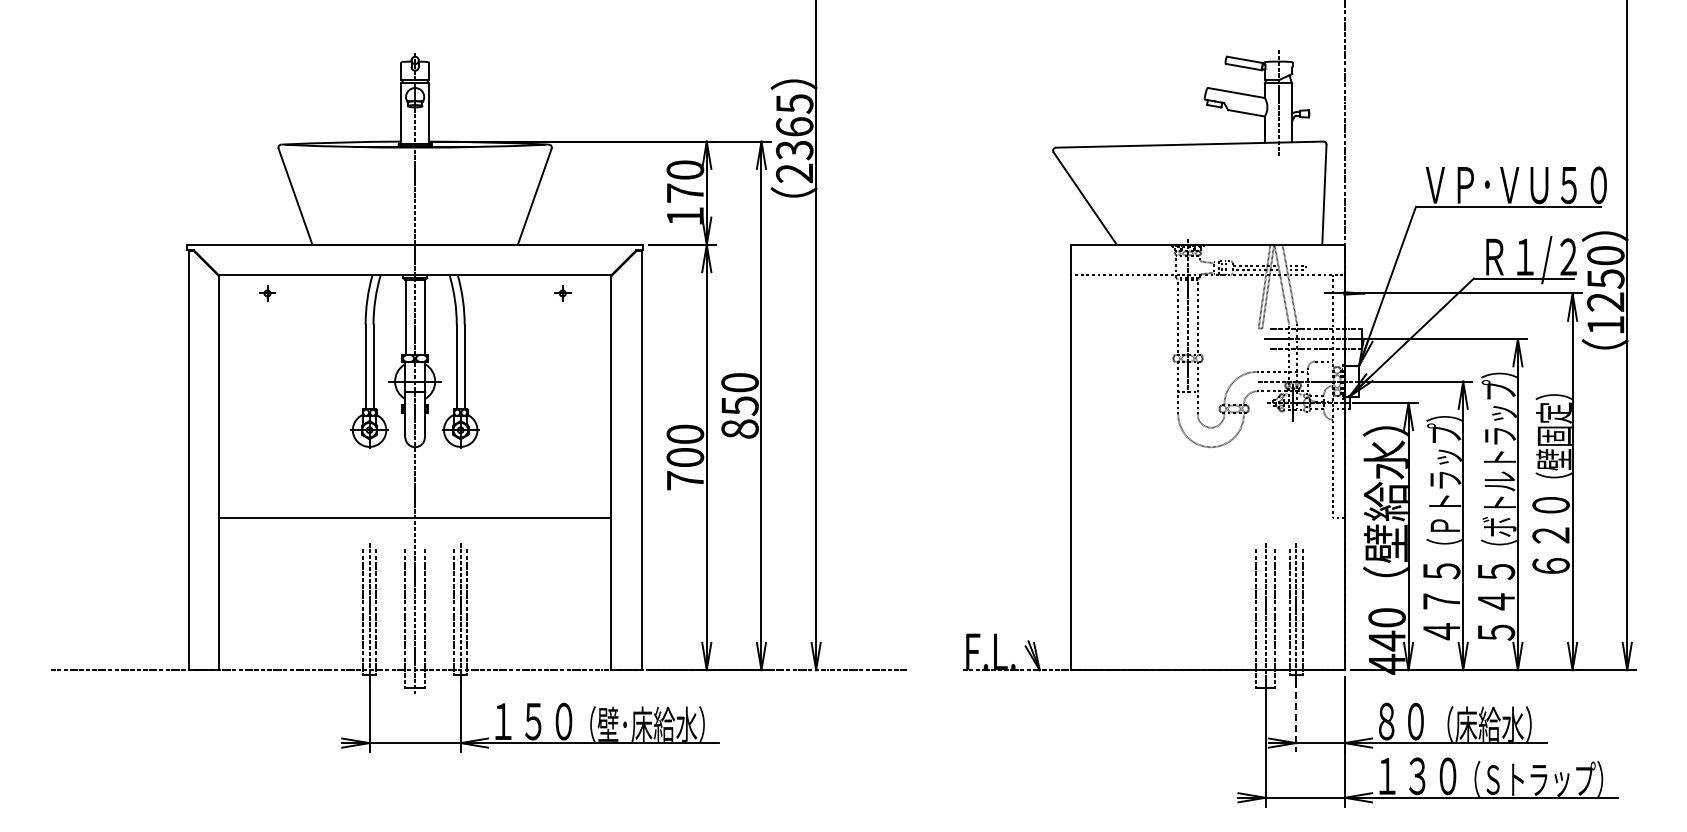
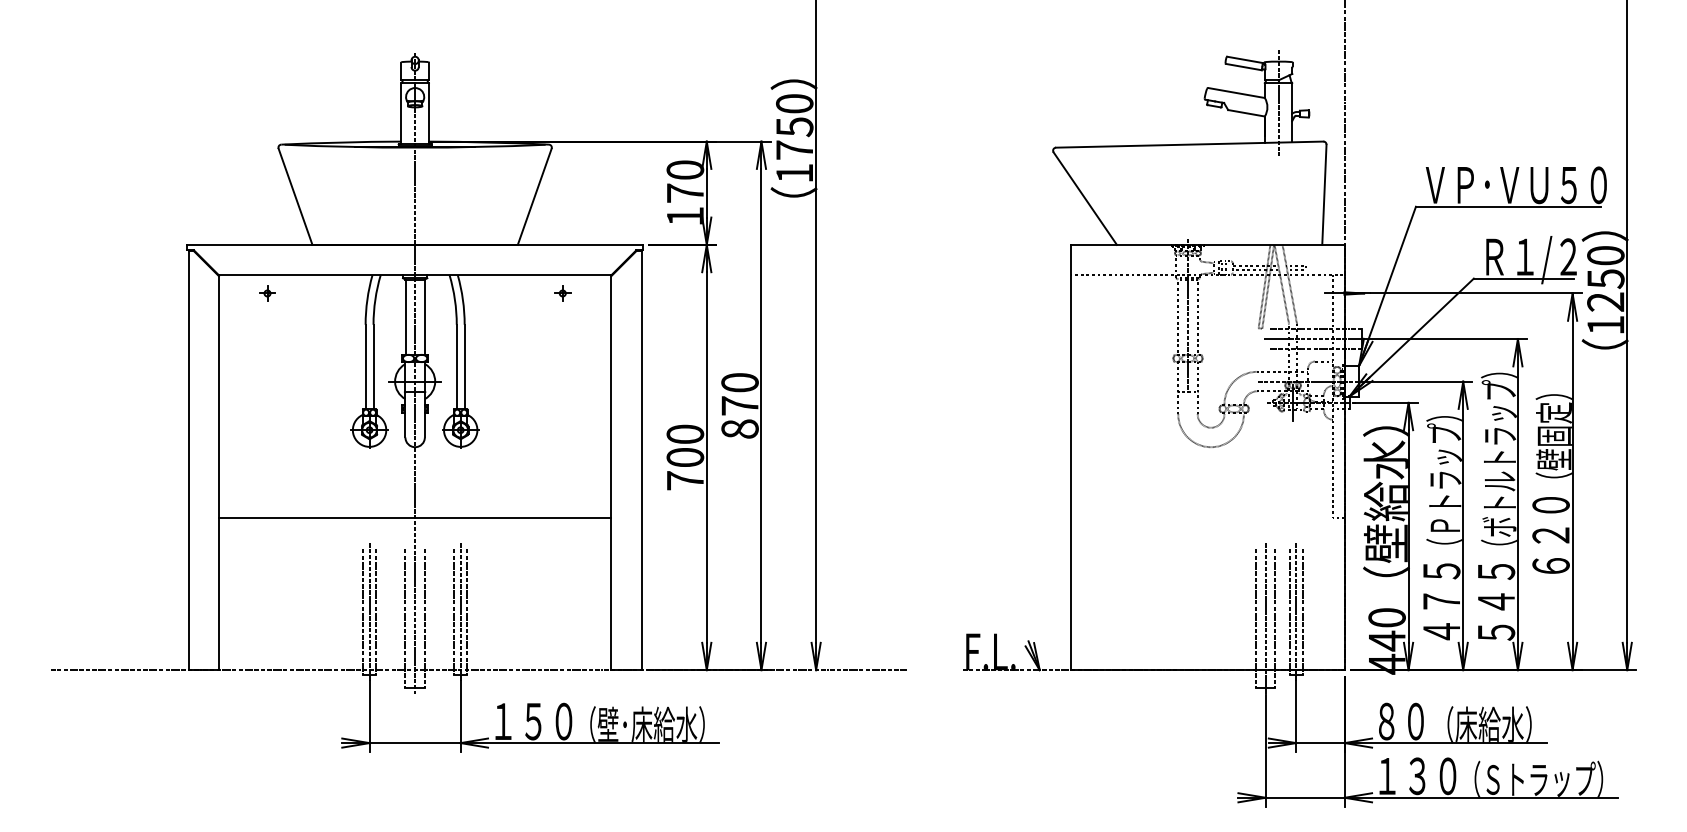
text at (794, 138): 2365 -> 1750
text at (739, 406): 850 -> 870
line at (1296, 717): dashed -> solid
